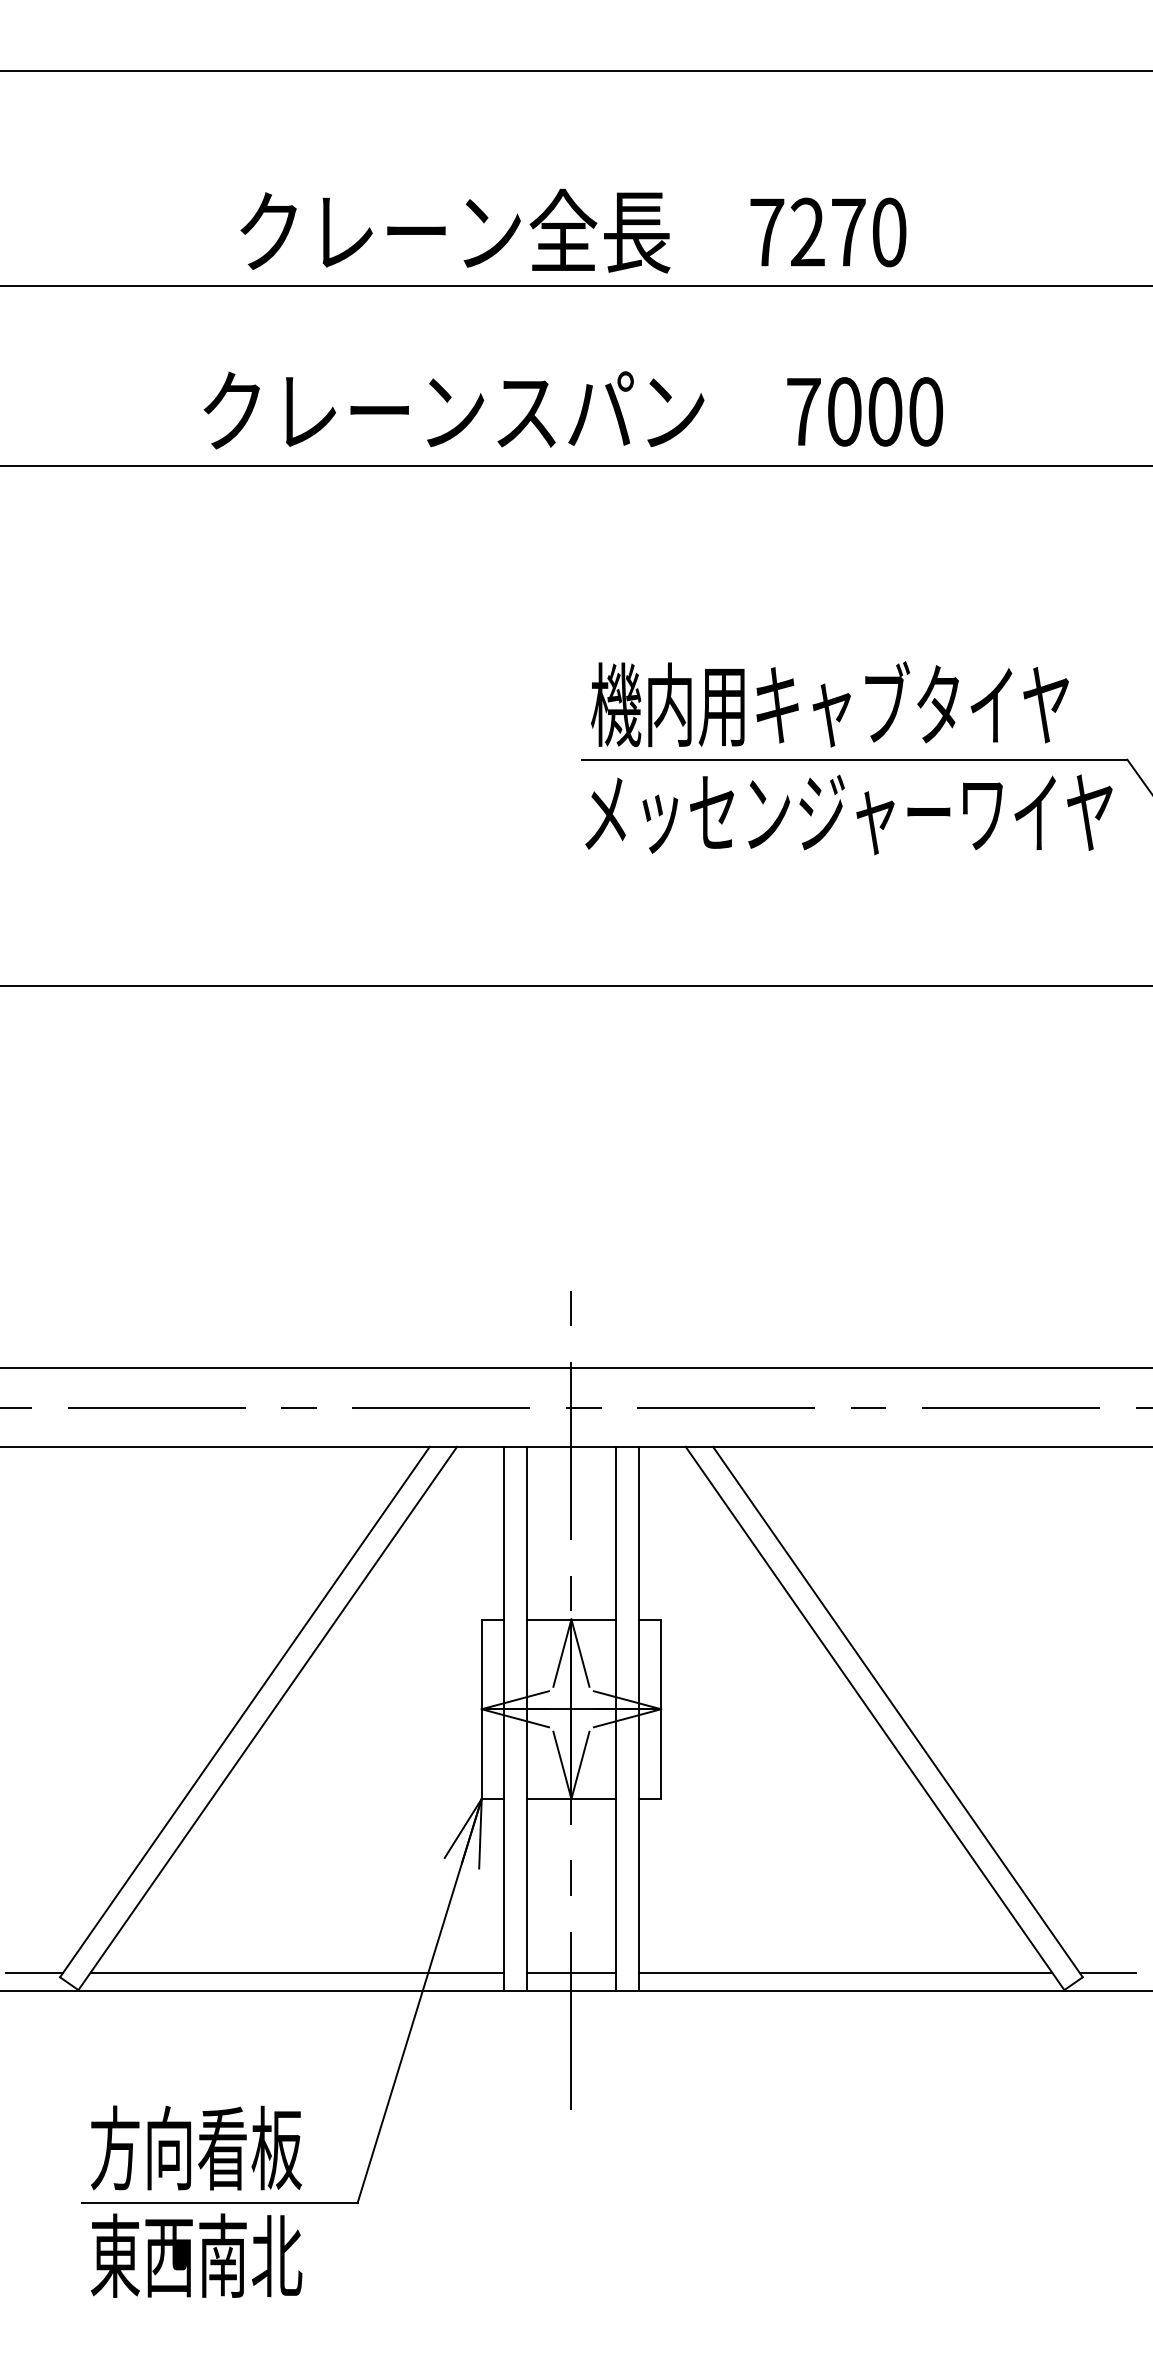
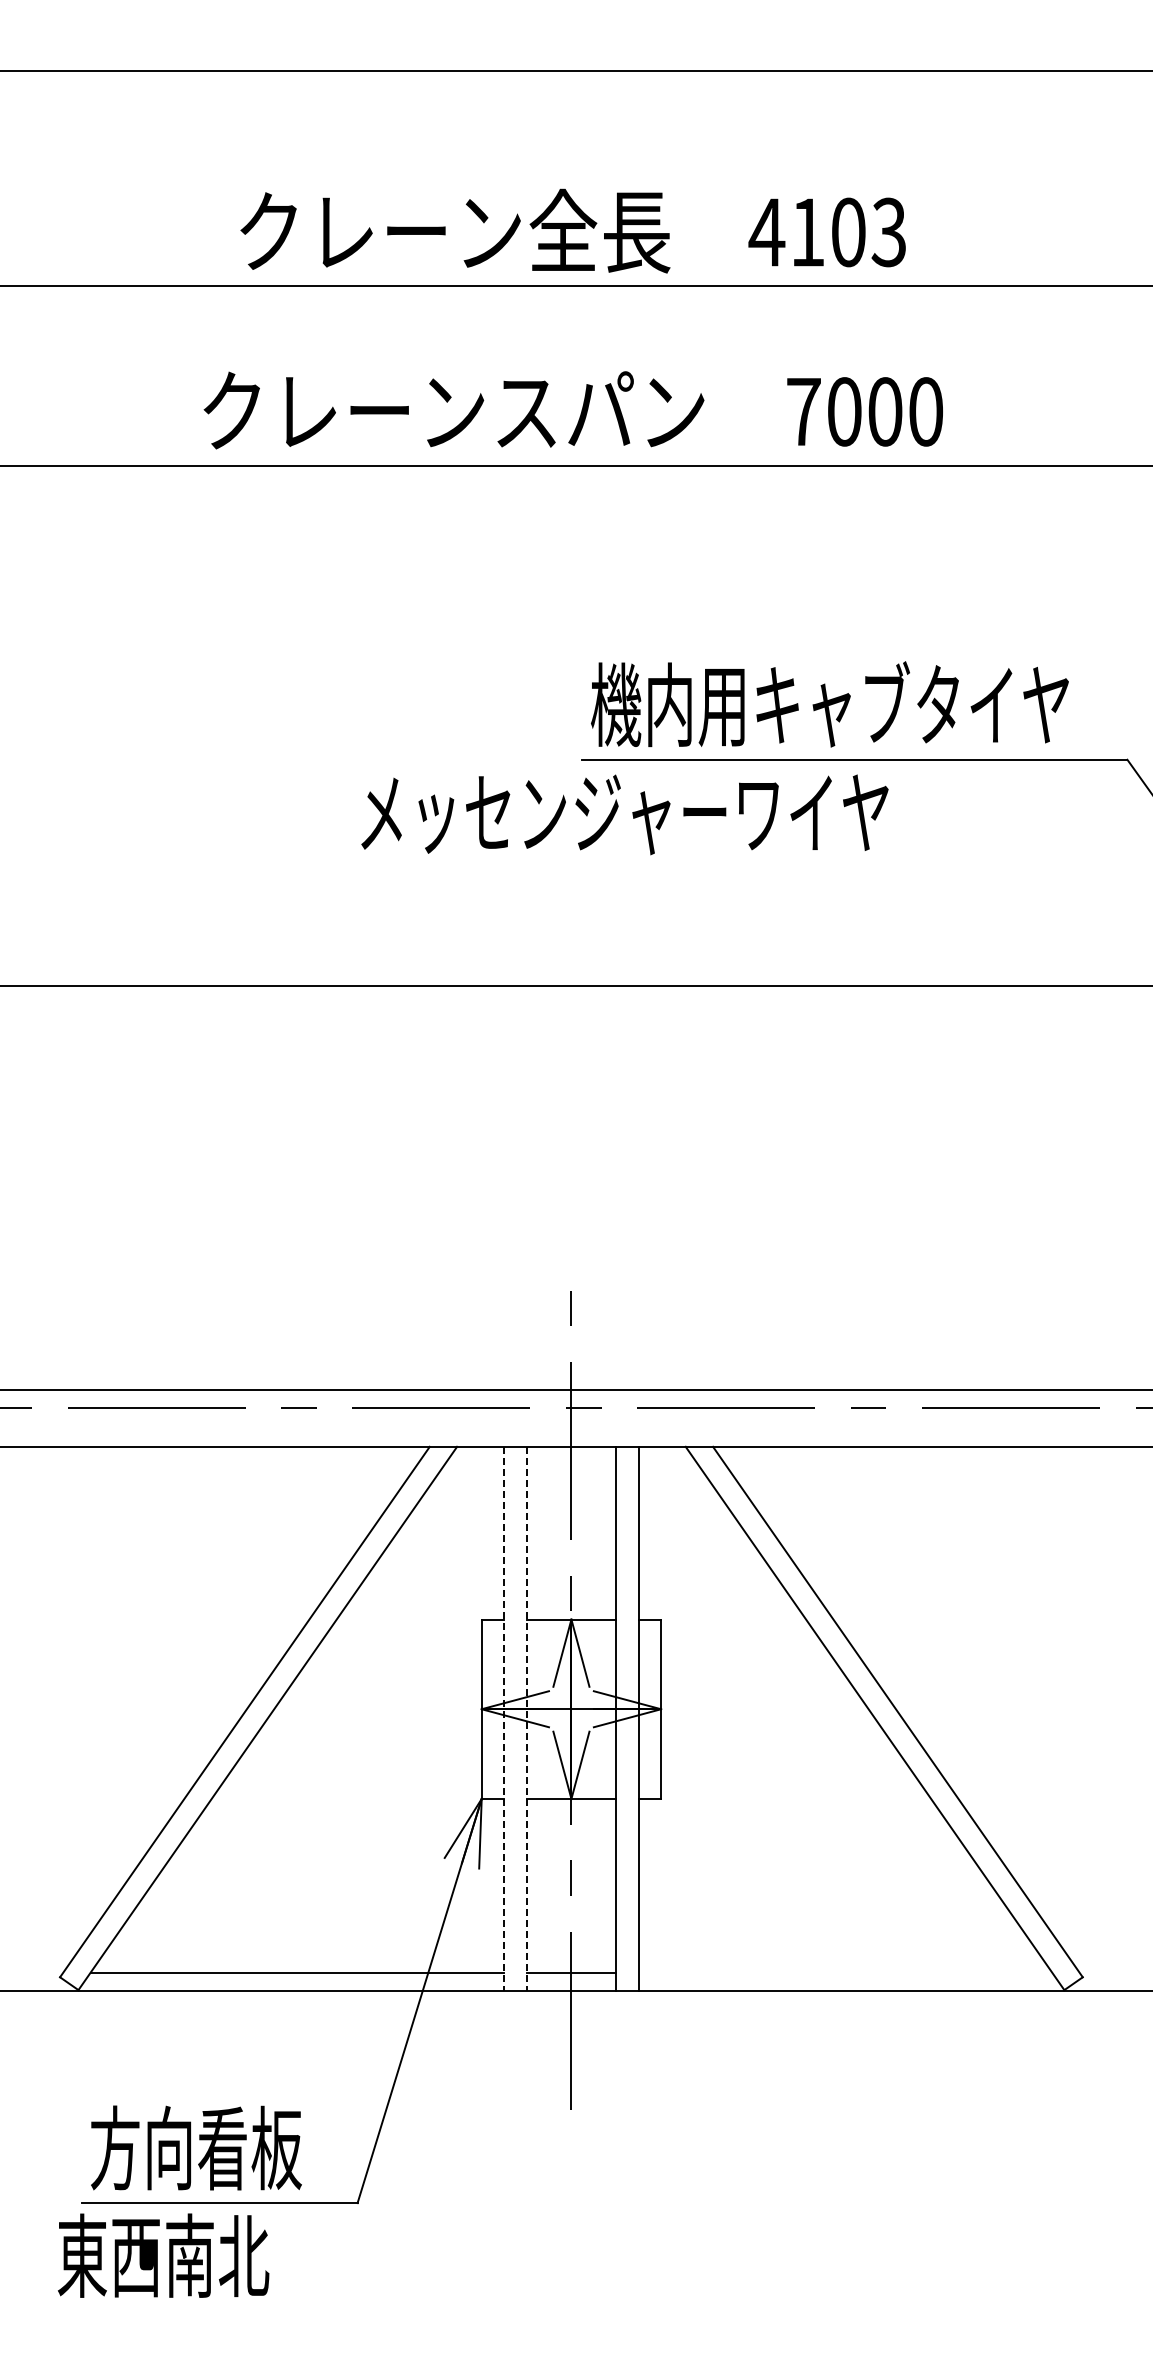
text at (827, 232): 7270 -> 4103
text at (848, 814) position: (848, 814) -> (624, 814)
line at (575, 1368) position: (575, 1368) -> (575, 1390)
line at (504, 1718): solid -> dashed
line at (526, 1718): solid -> dashed
line at (34, 1972): present -> none
line at (845, 1972): present -> none
line at (1107, 1972): present -> none
text at (196, 2255) position: (196, 2255) -> (163, 2255)
